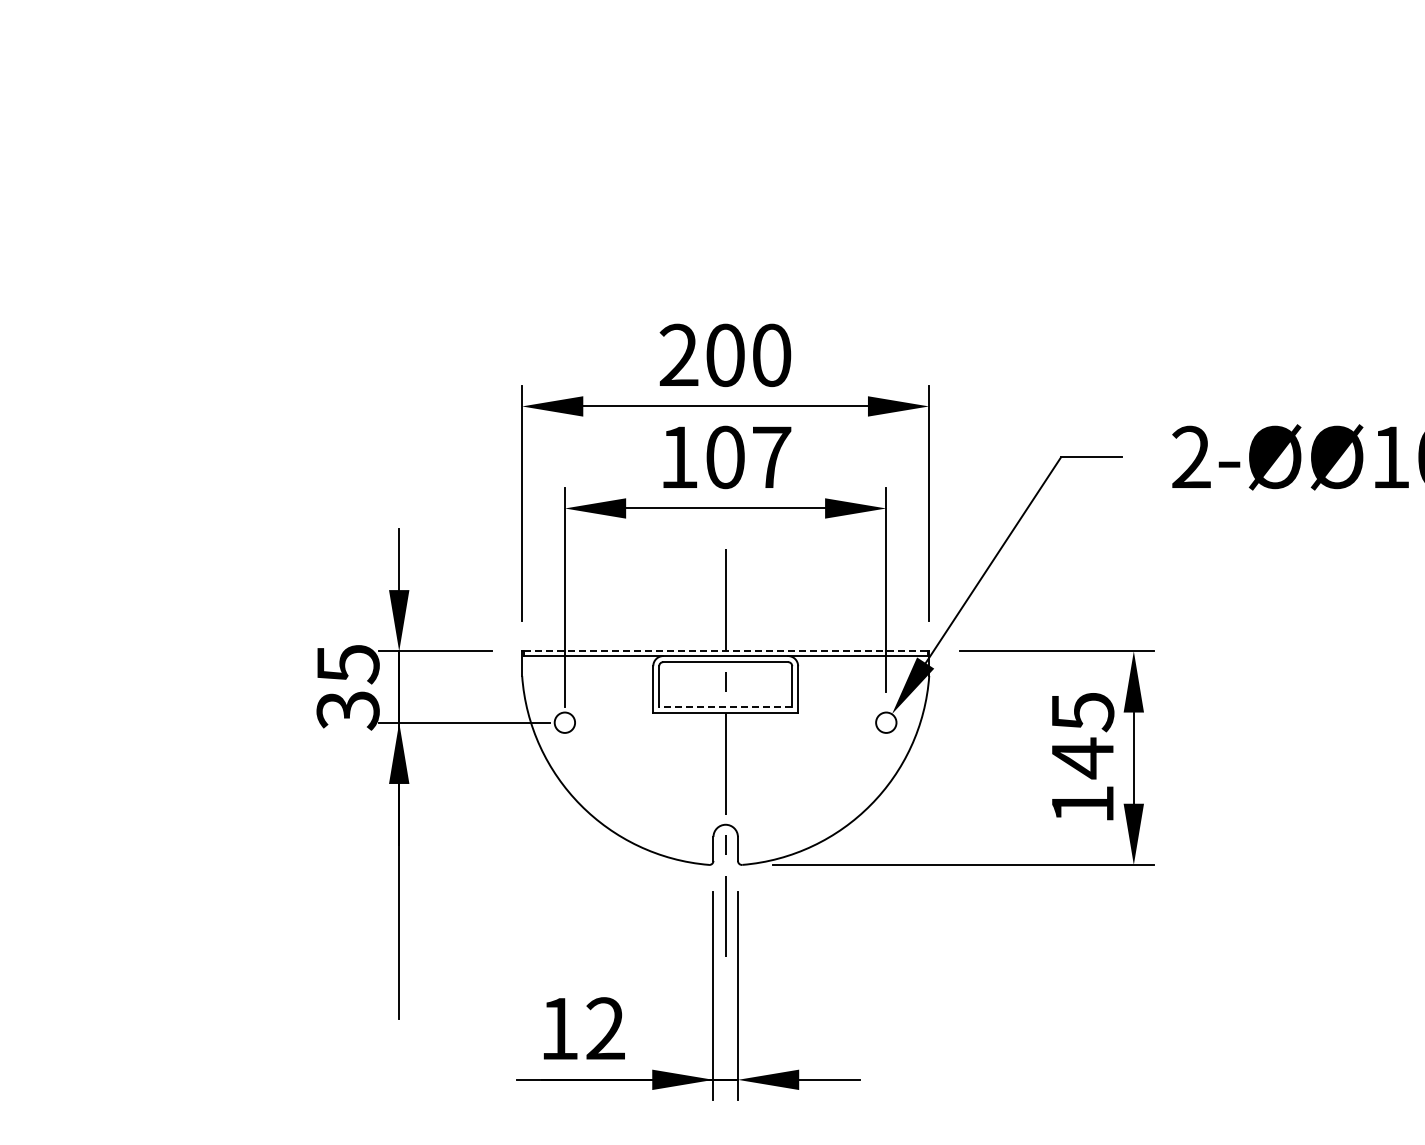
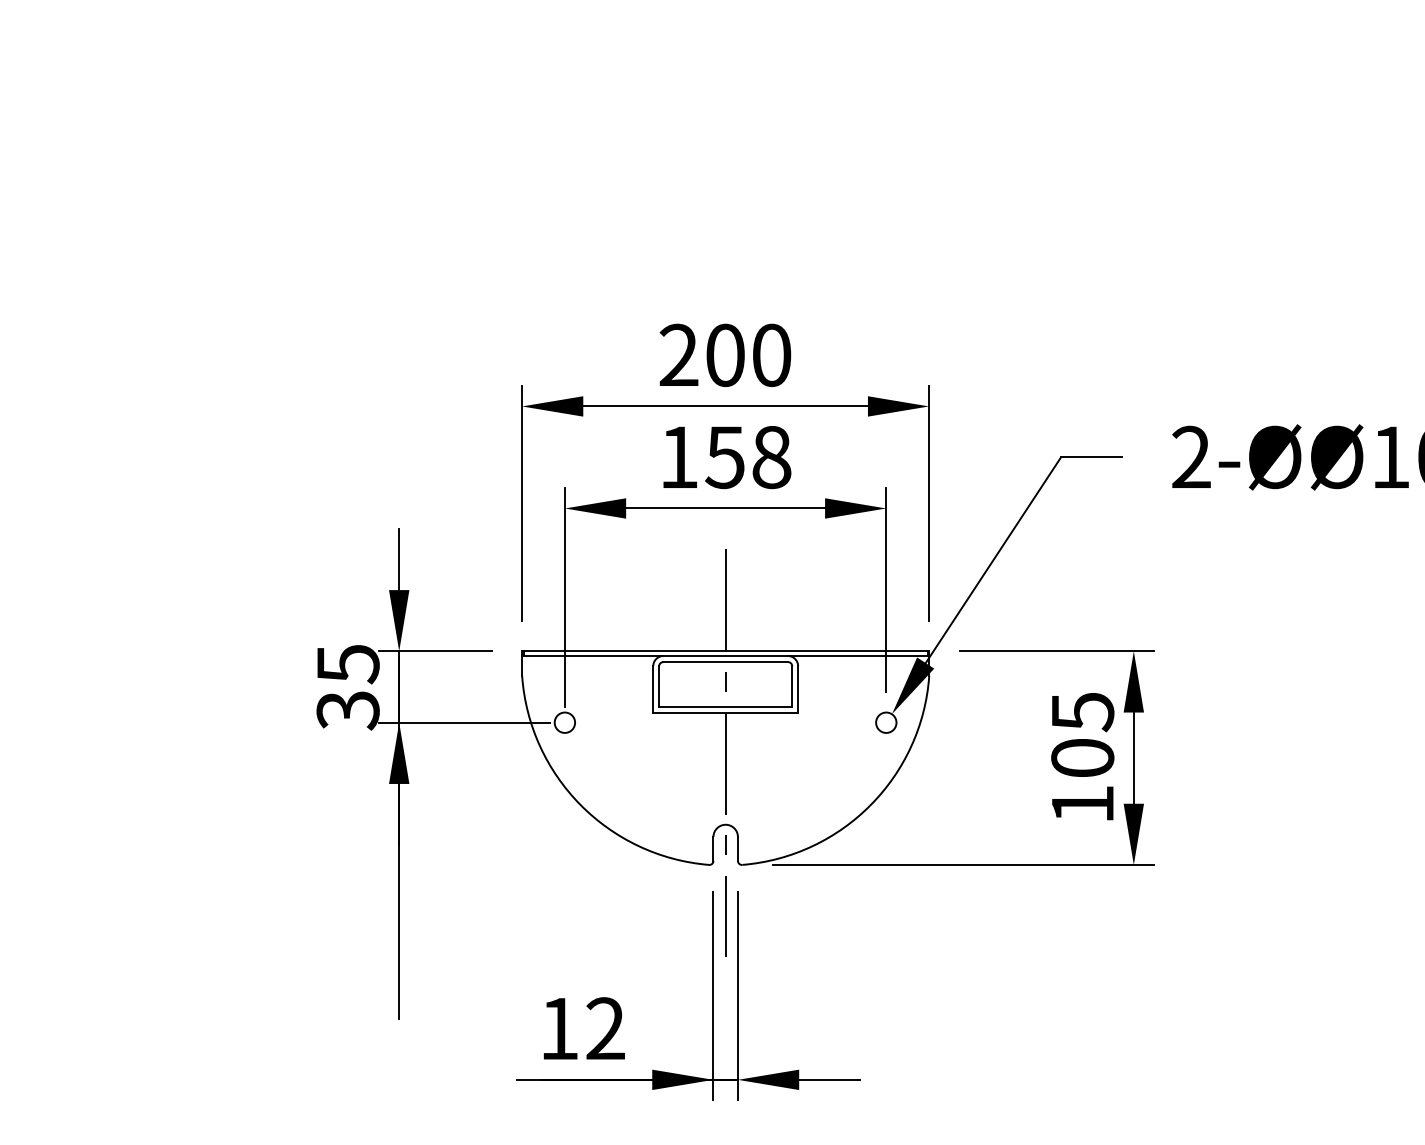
text at (748, 457): 107 -> 158
line at (726, 651): dashed -> solid
line at (725, 707): dashed -> solid
text at (1082, 758): 145 -> 105
